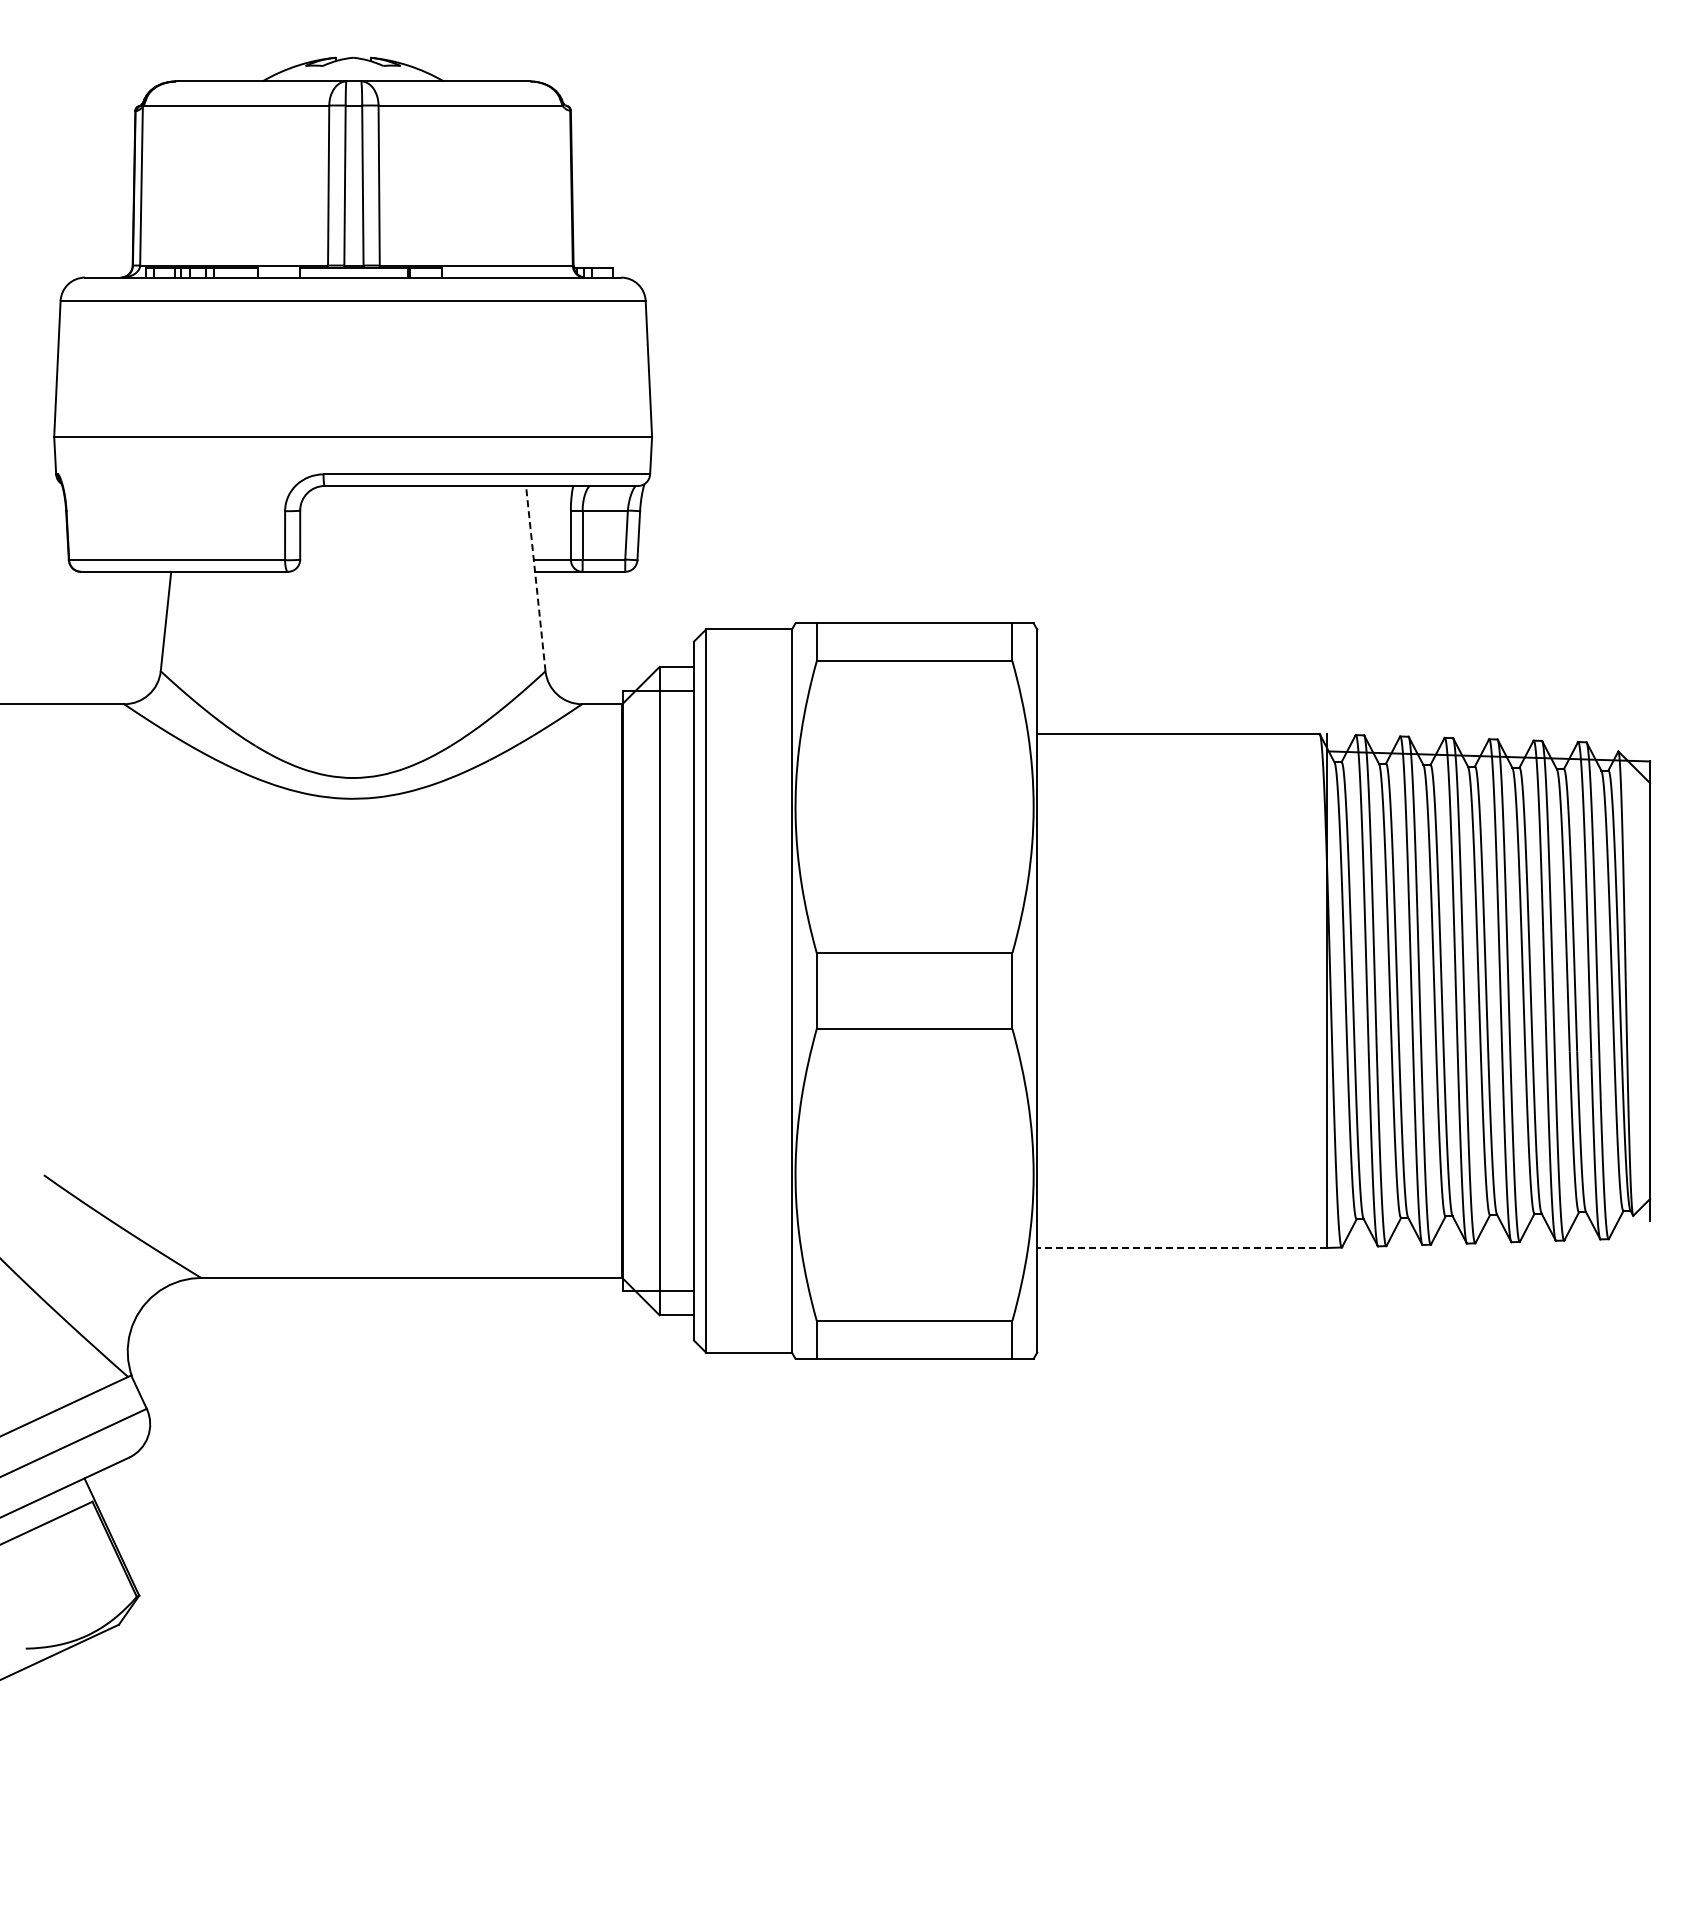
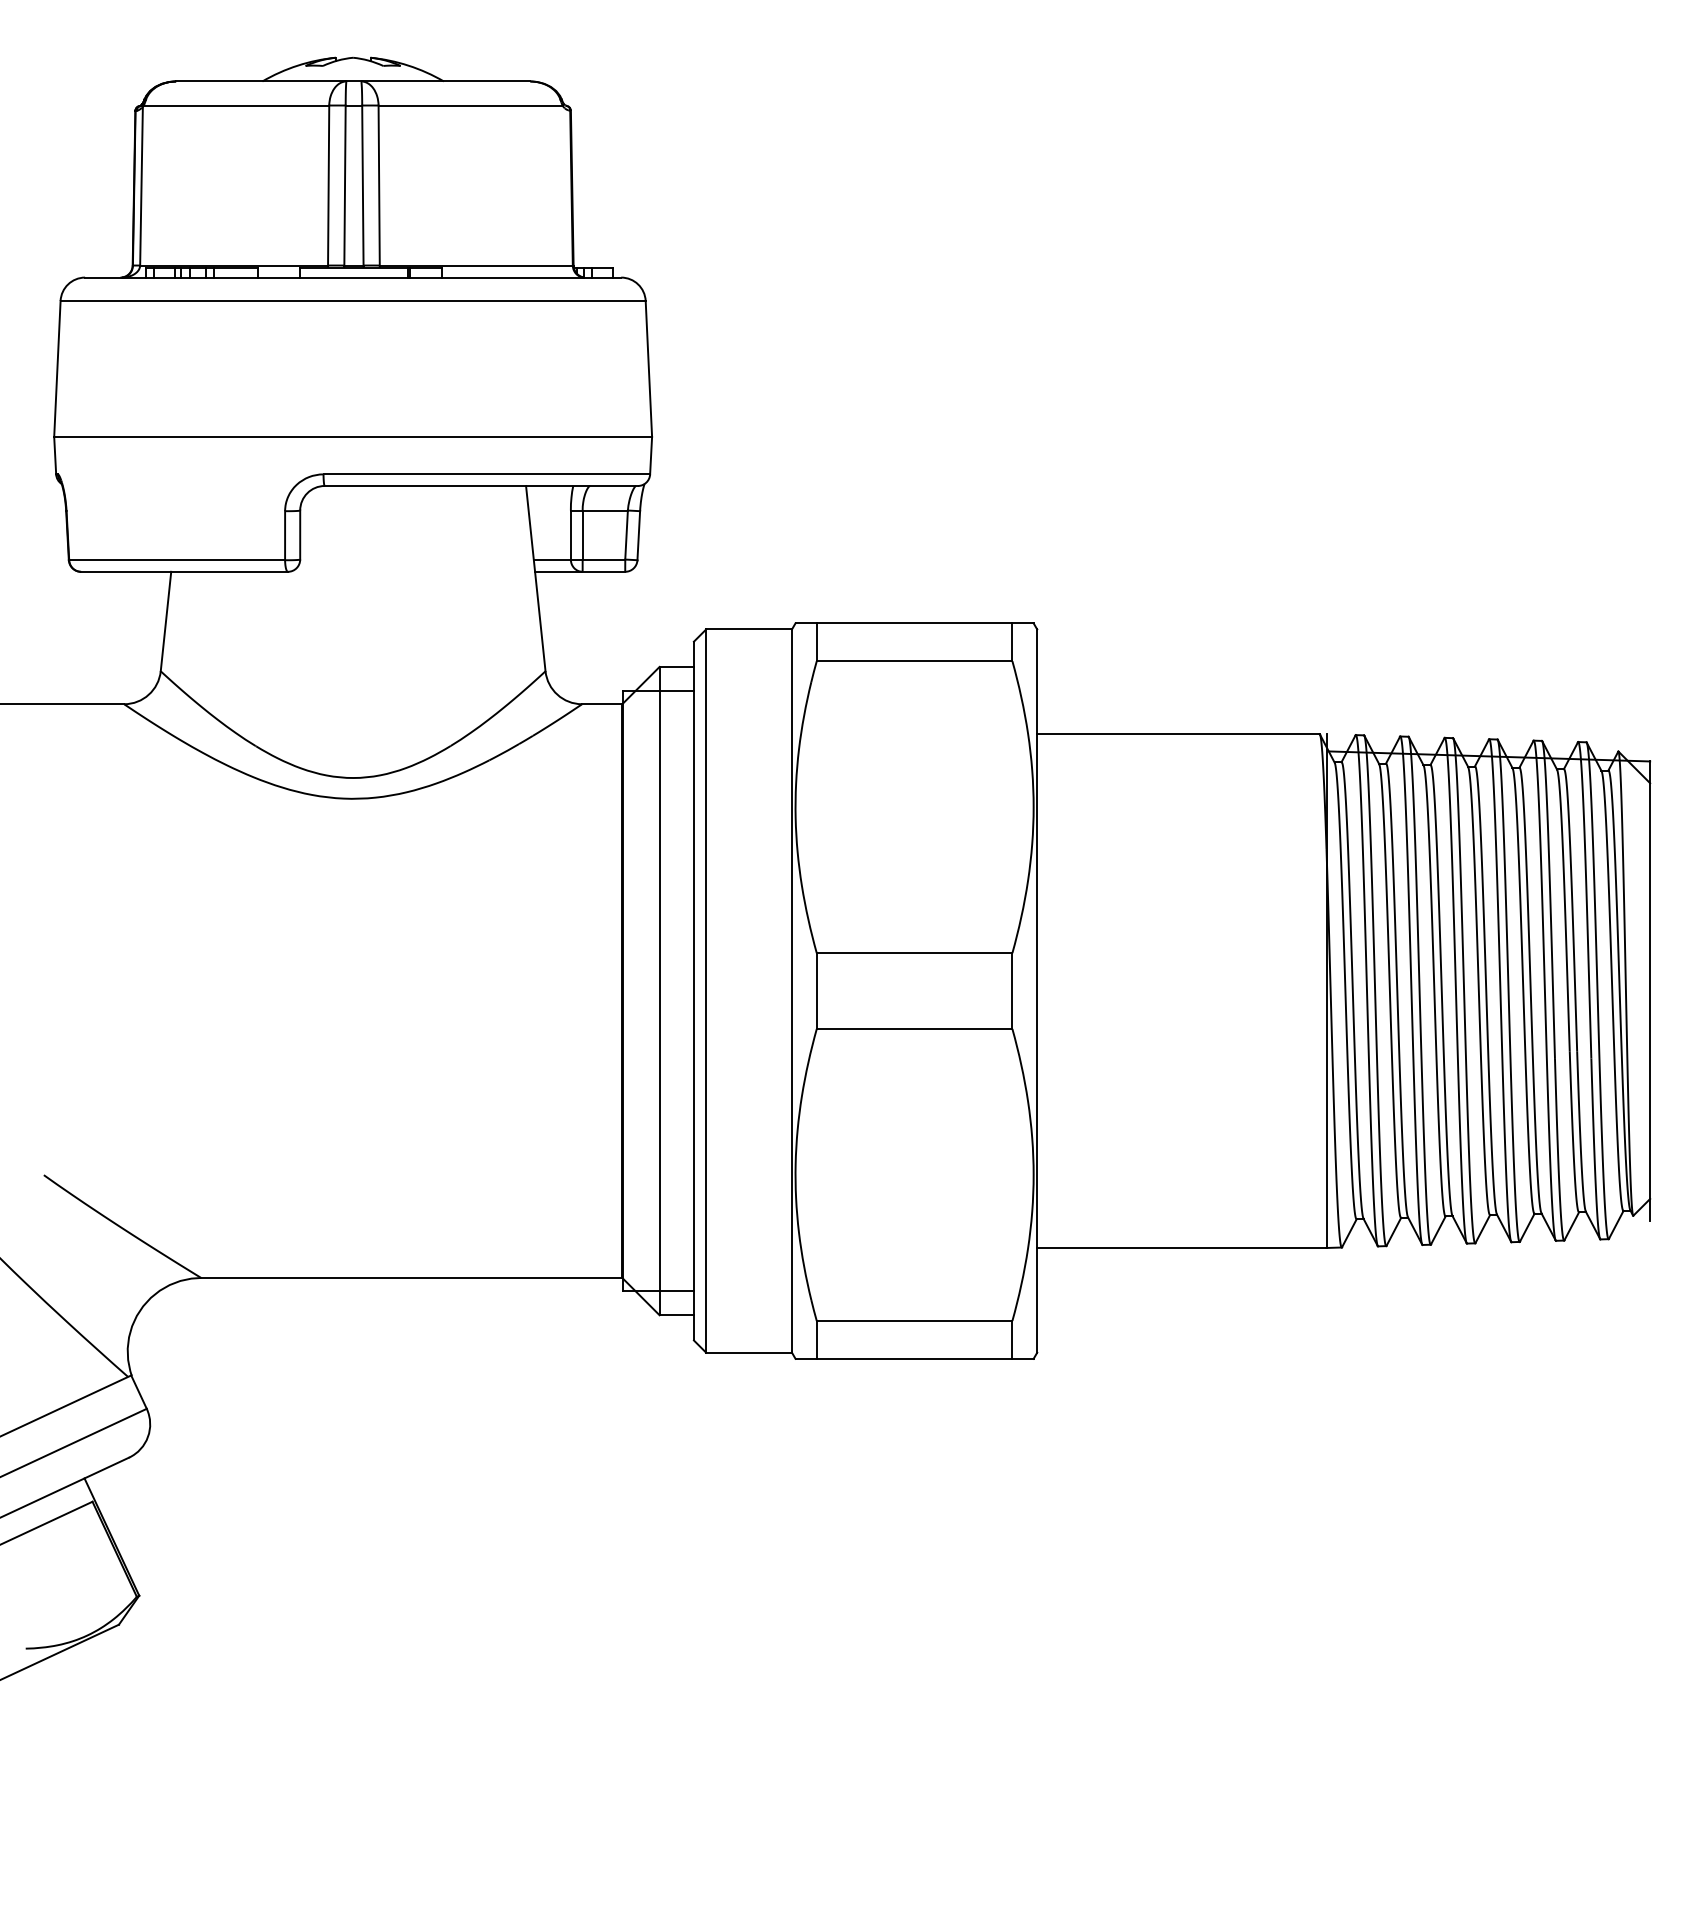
line at (535, 578): dashed -> solid
line at (1181, 1248): dashed -> solid
